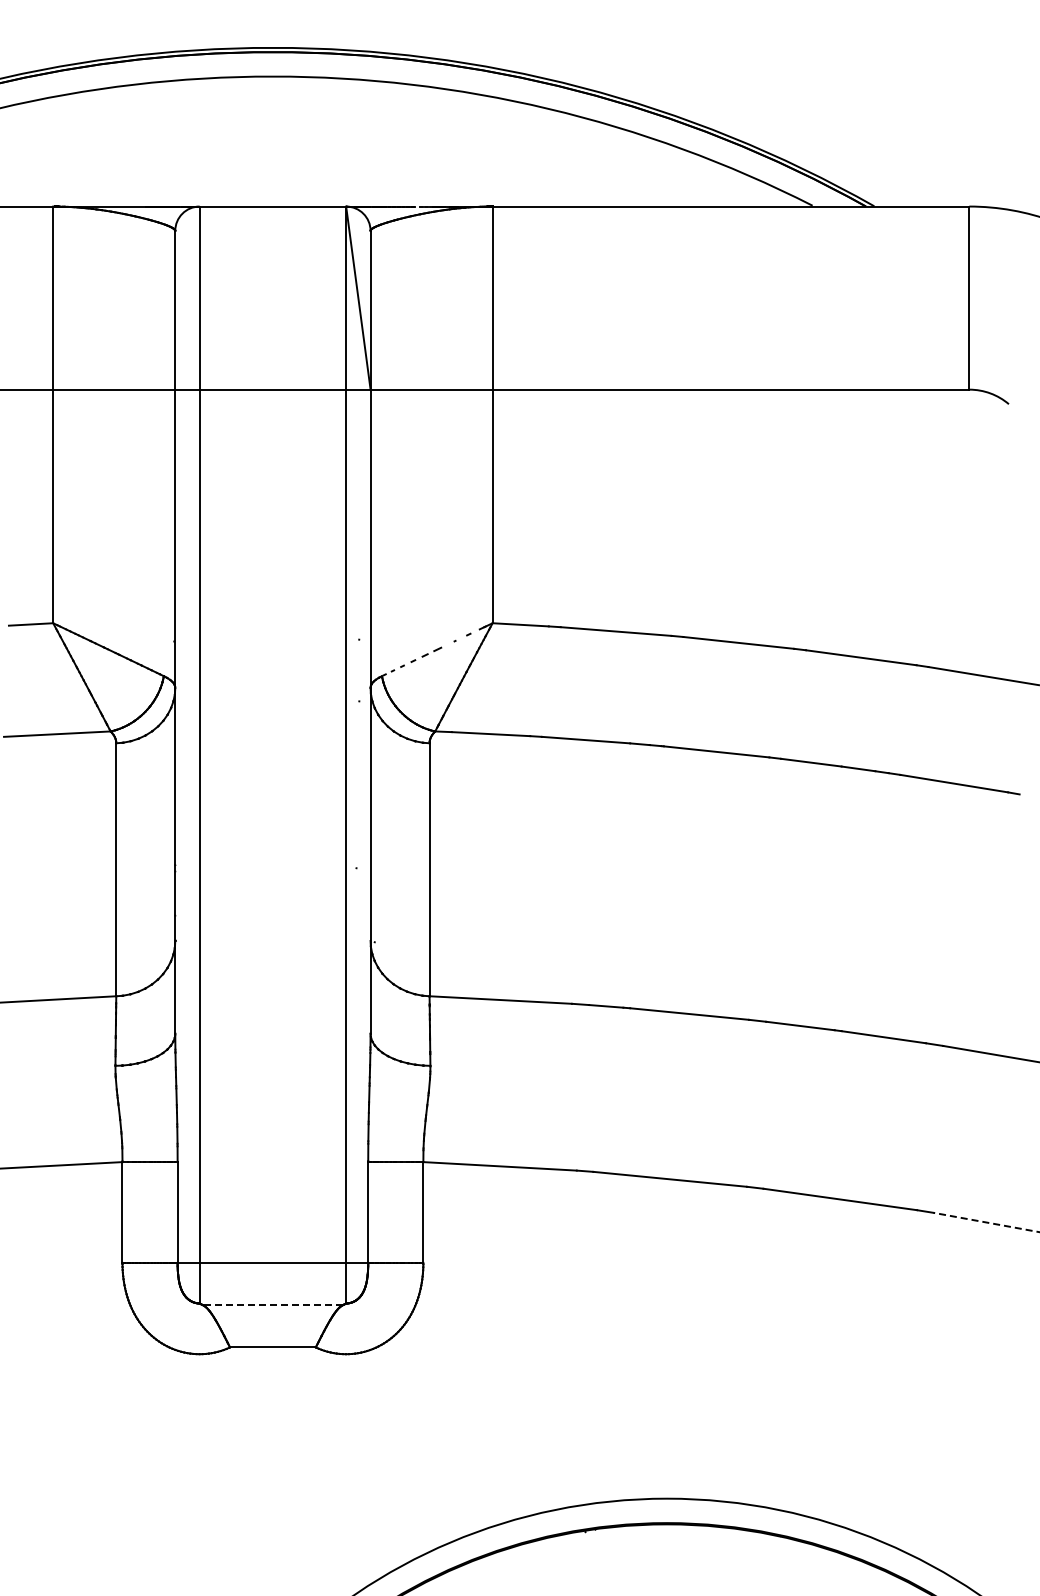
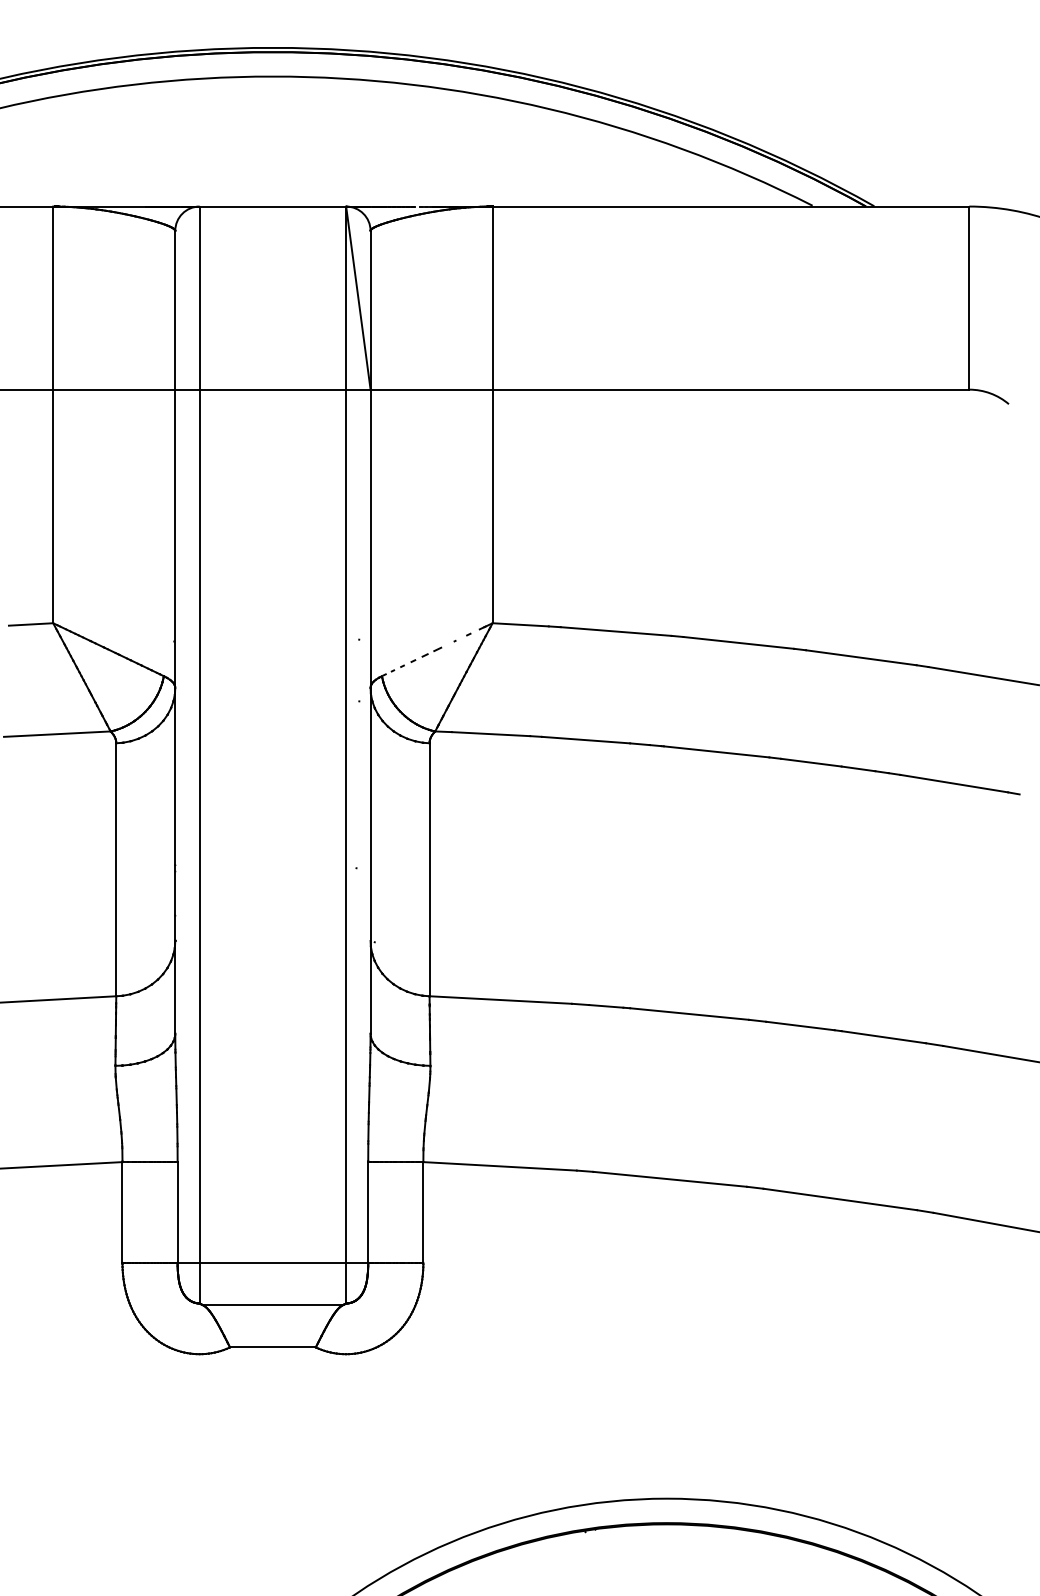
line at (986, 1222): dashed -> solid
line at (272, 1305): dashed -> solid
